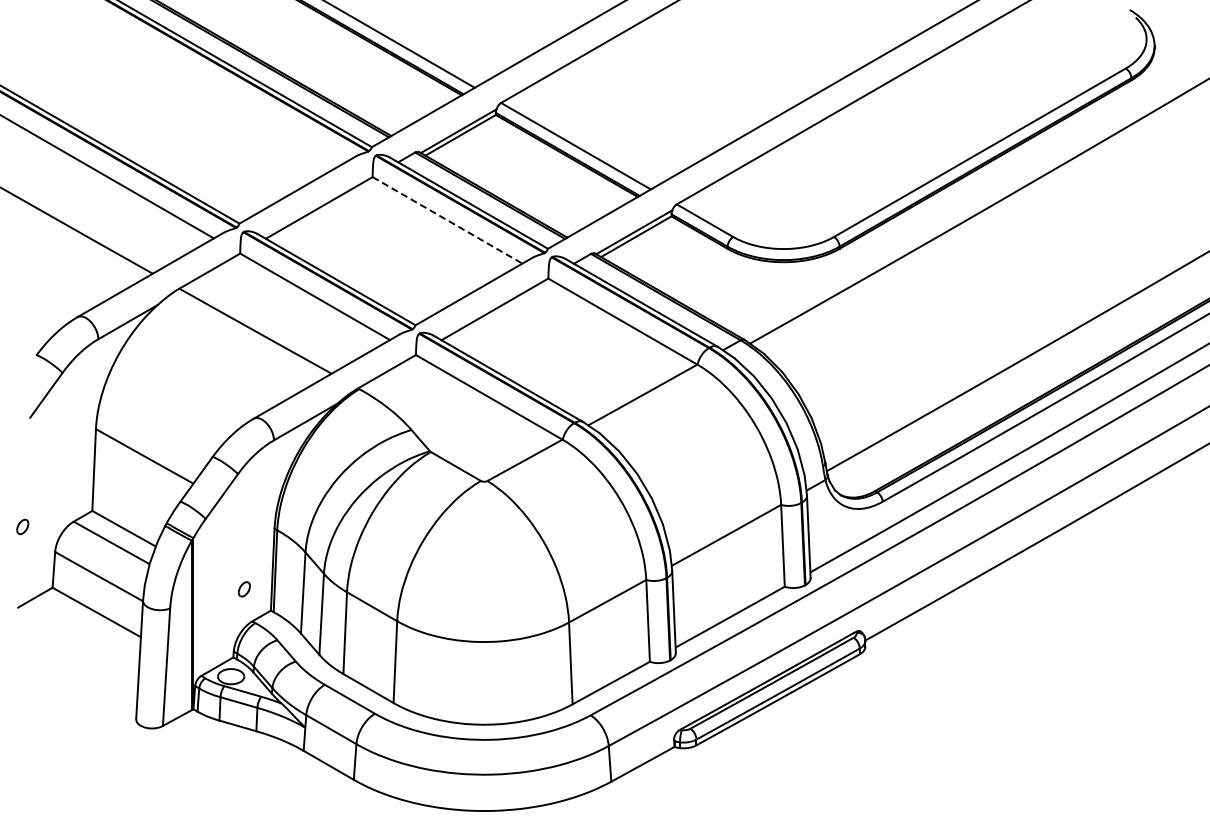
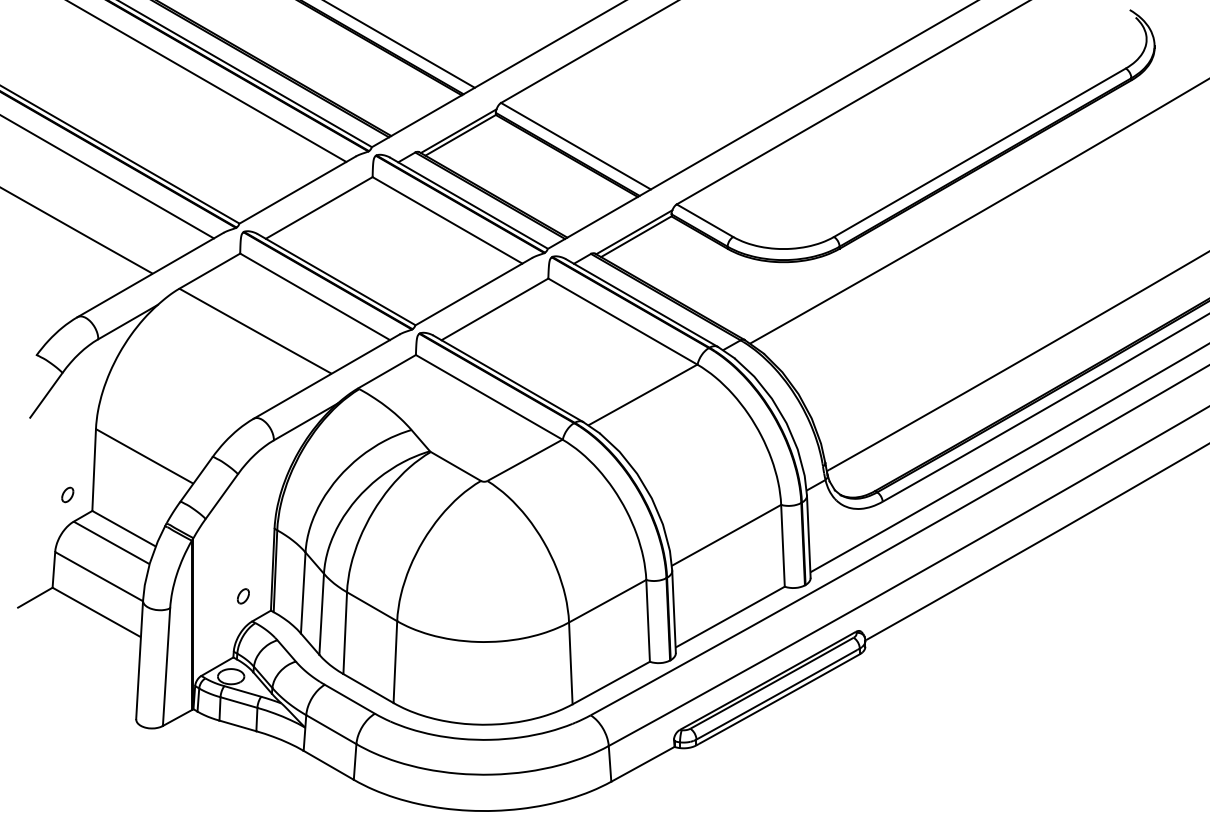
line at (207, 81): none -> present
line at (447, 220): dashed -> solid
part at (22, 526) position: (22, 526) -> (67, 494)
part at (244, 589) position: (244, 589) -> (243, 596)
